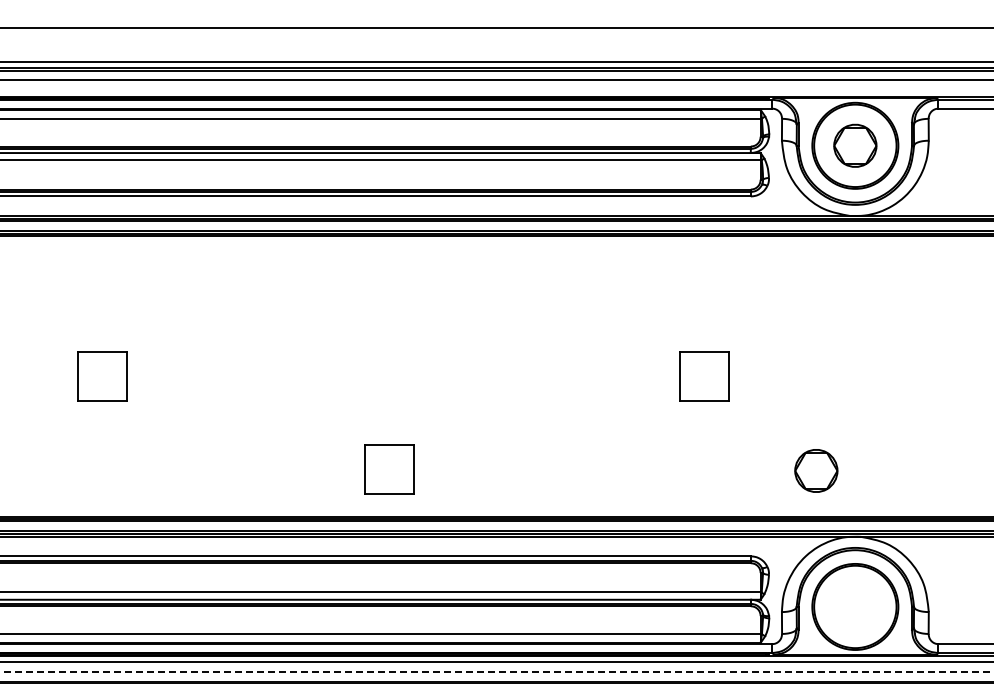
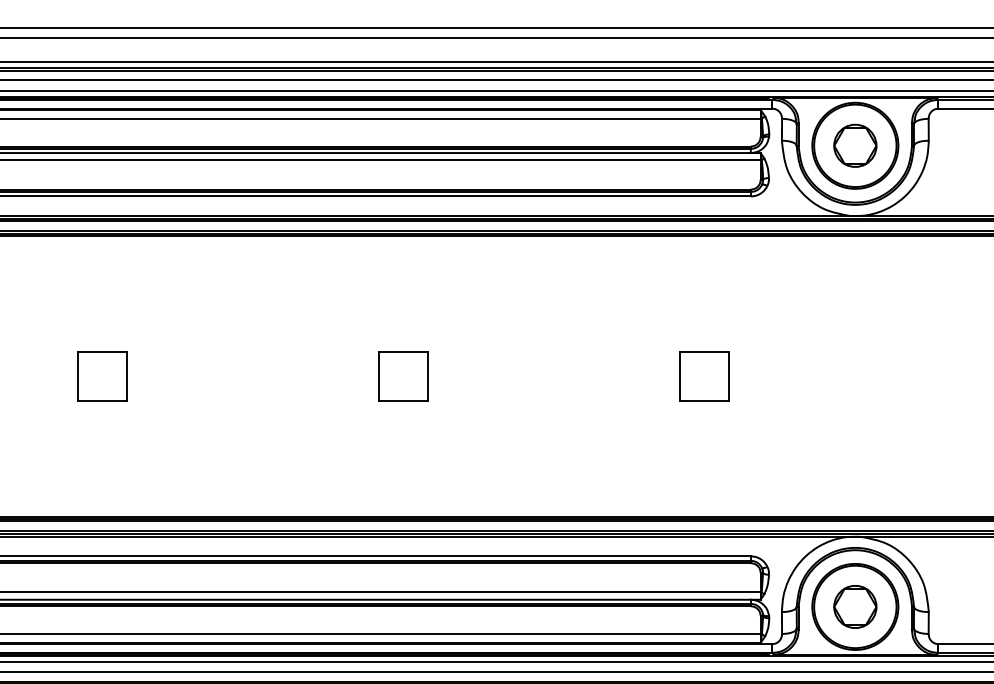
line at (496, 37): none -> present
line at (496, 90): none -> present
part at (389, 469) position: (389, 469) -> (403, 376)
part at (816, 470) position: (816, 470) -> (855, 606)
line at (497, 672): dashed -> solid
